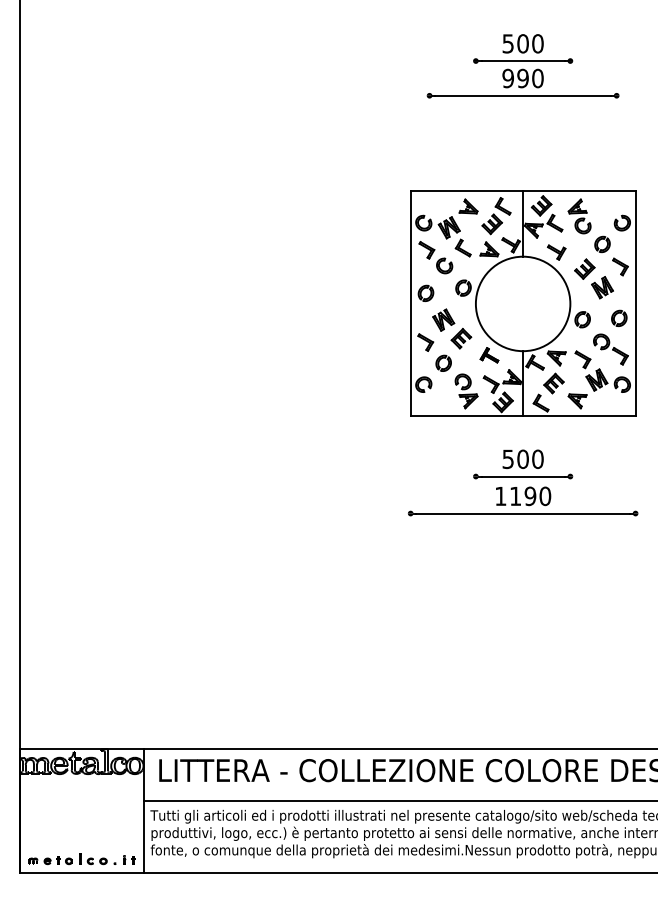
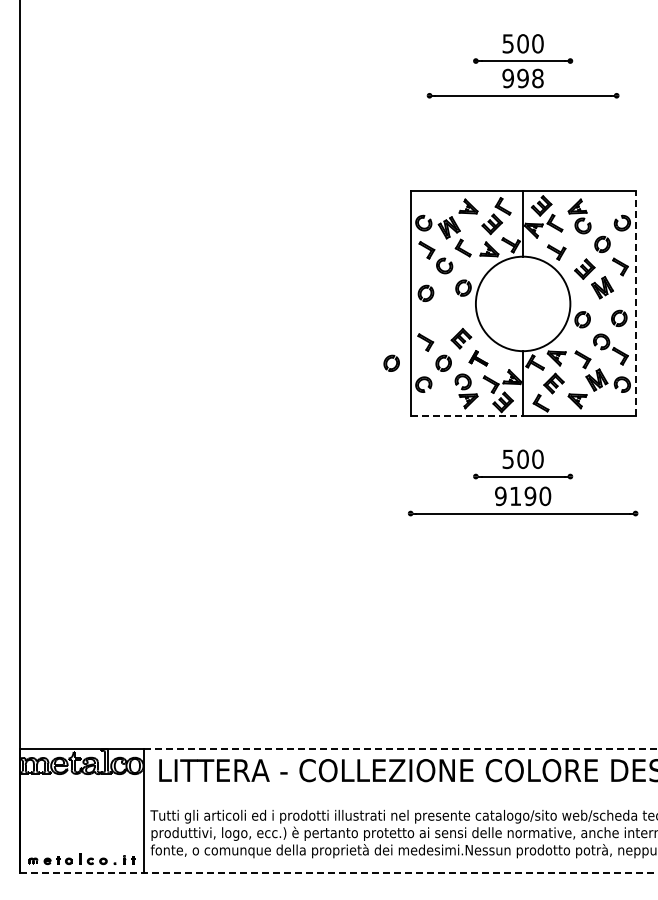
text at (537, 78): 990 -> 998
line at (635, 303): solid -> dashed
part at (443, 319): present -> none
part at (489, 355) position: (489, 355) -> (478, 358)
part at (391, 362): none -> present
line at (467, 416): solid -> dashed
text at (500, 496): 1190 -> 9190
line at (400, 749): solid -> dashed
line at (398, 800): present -> none
line at (338, 873): solid -> dashed
